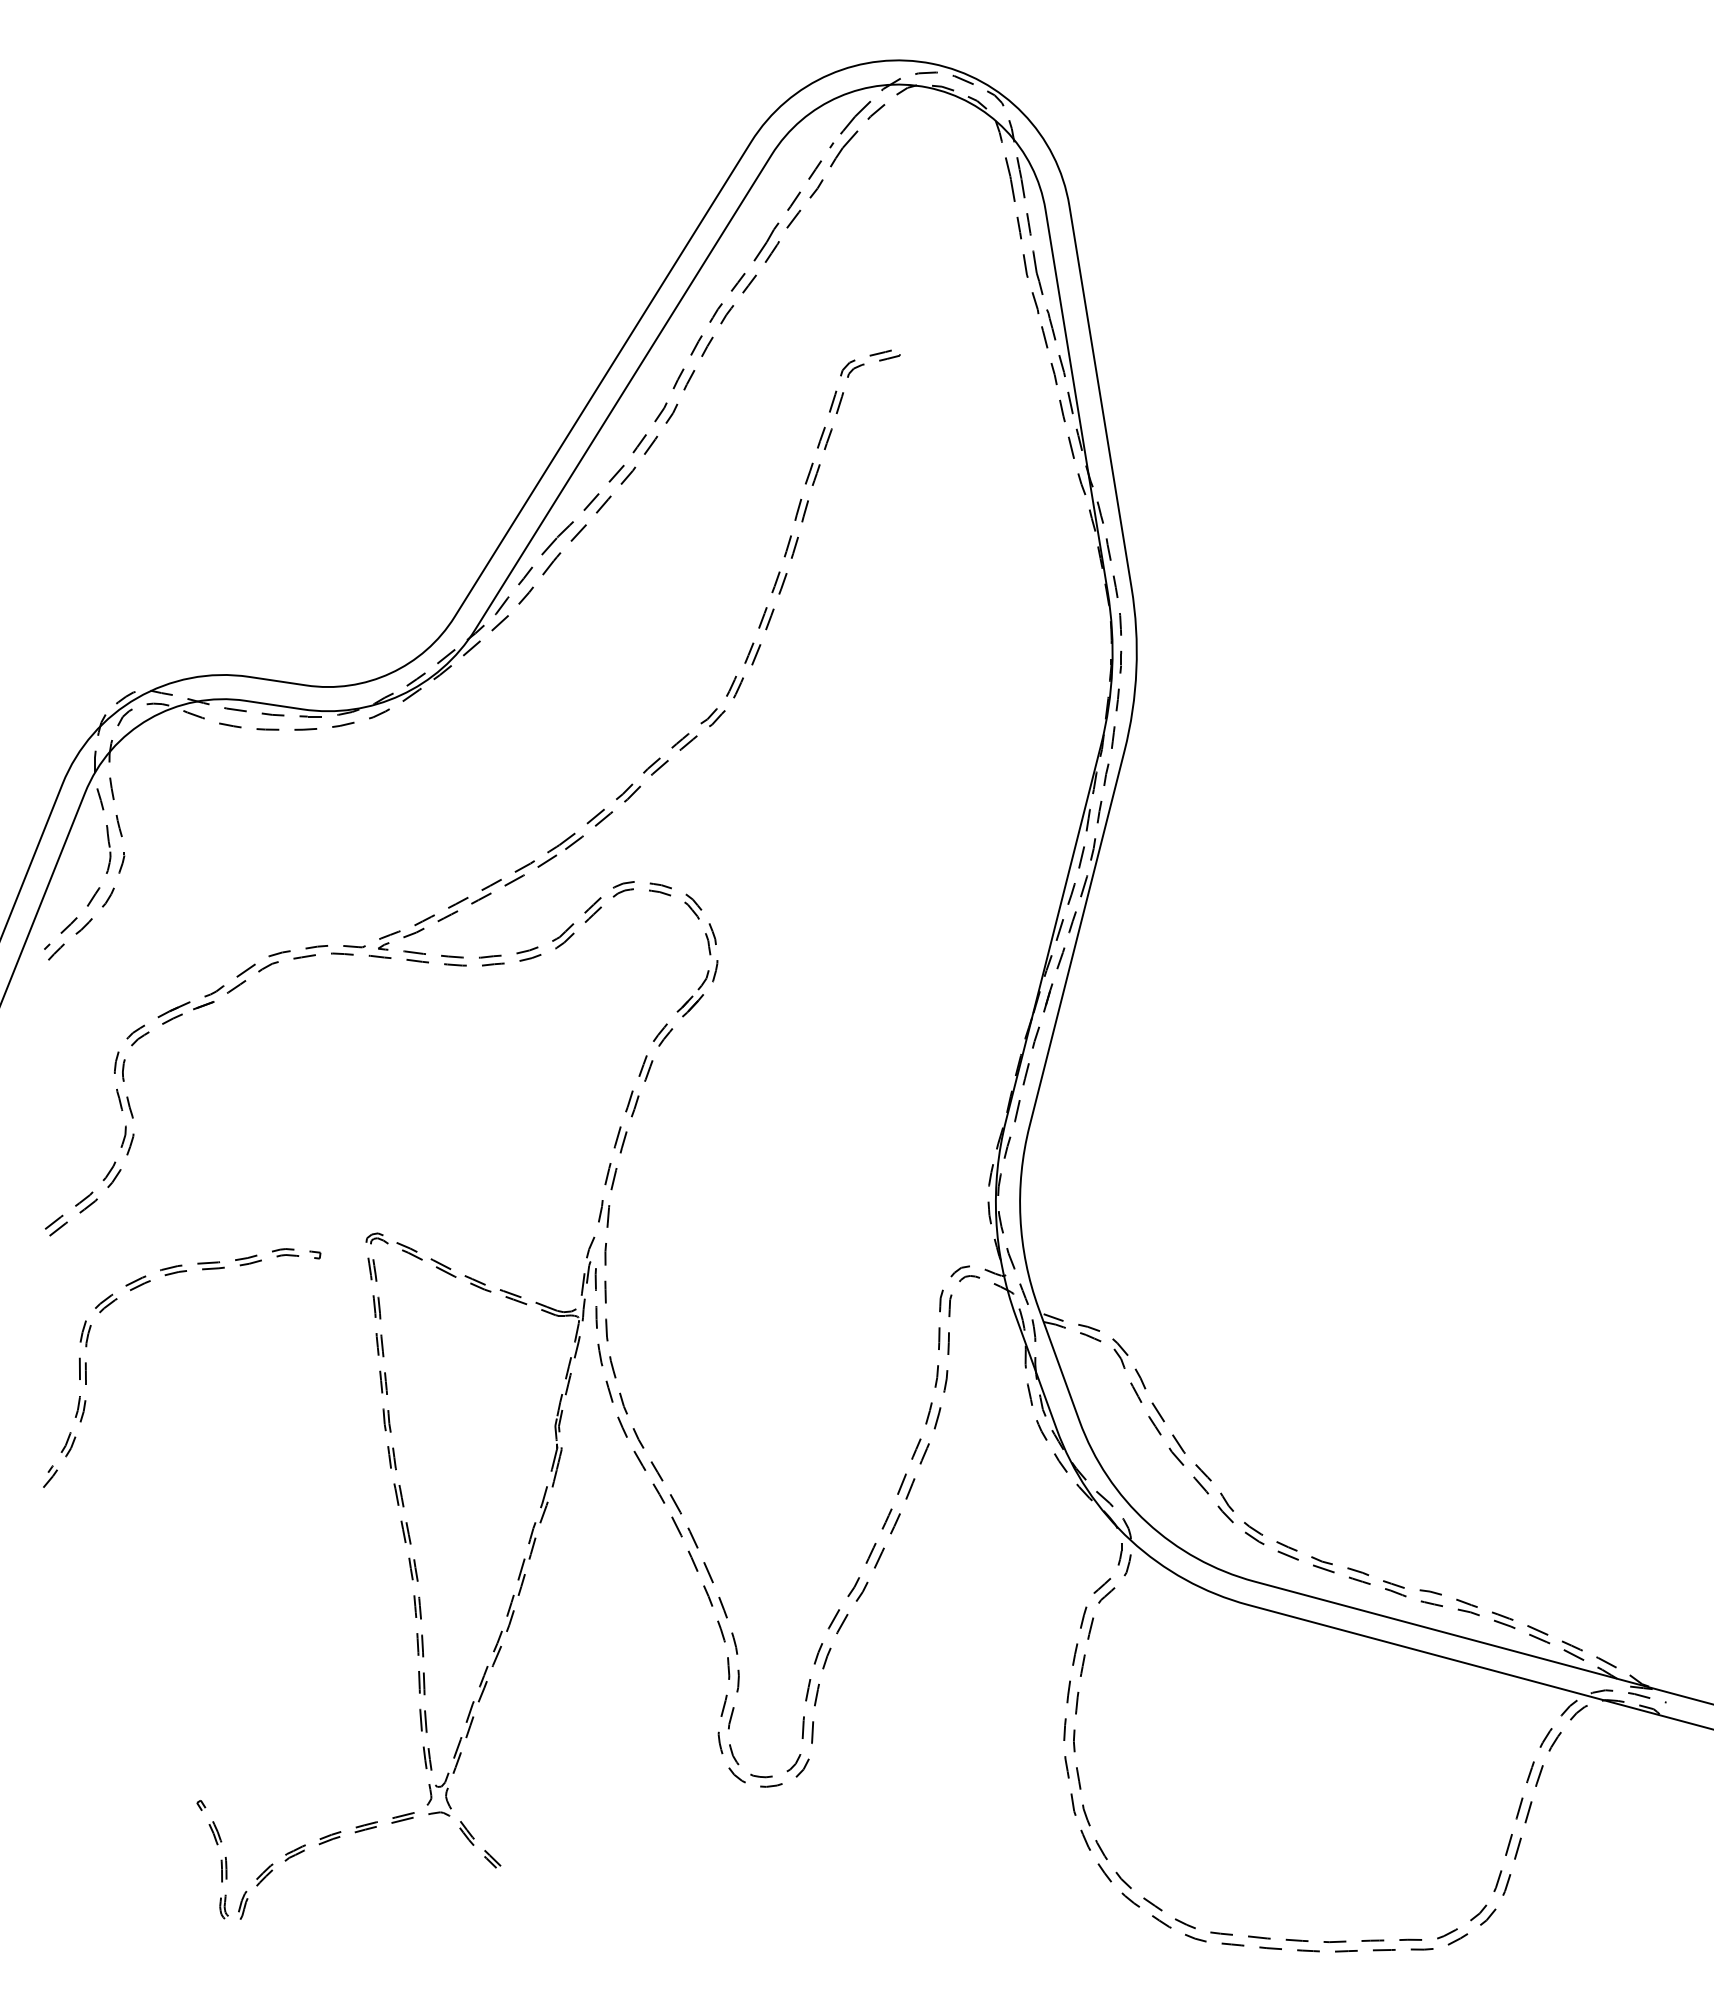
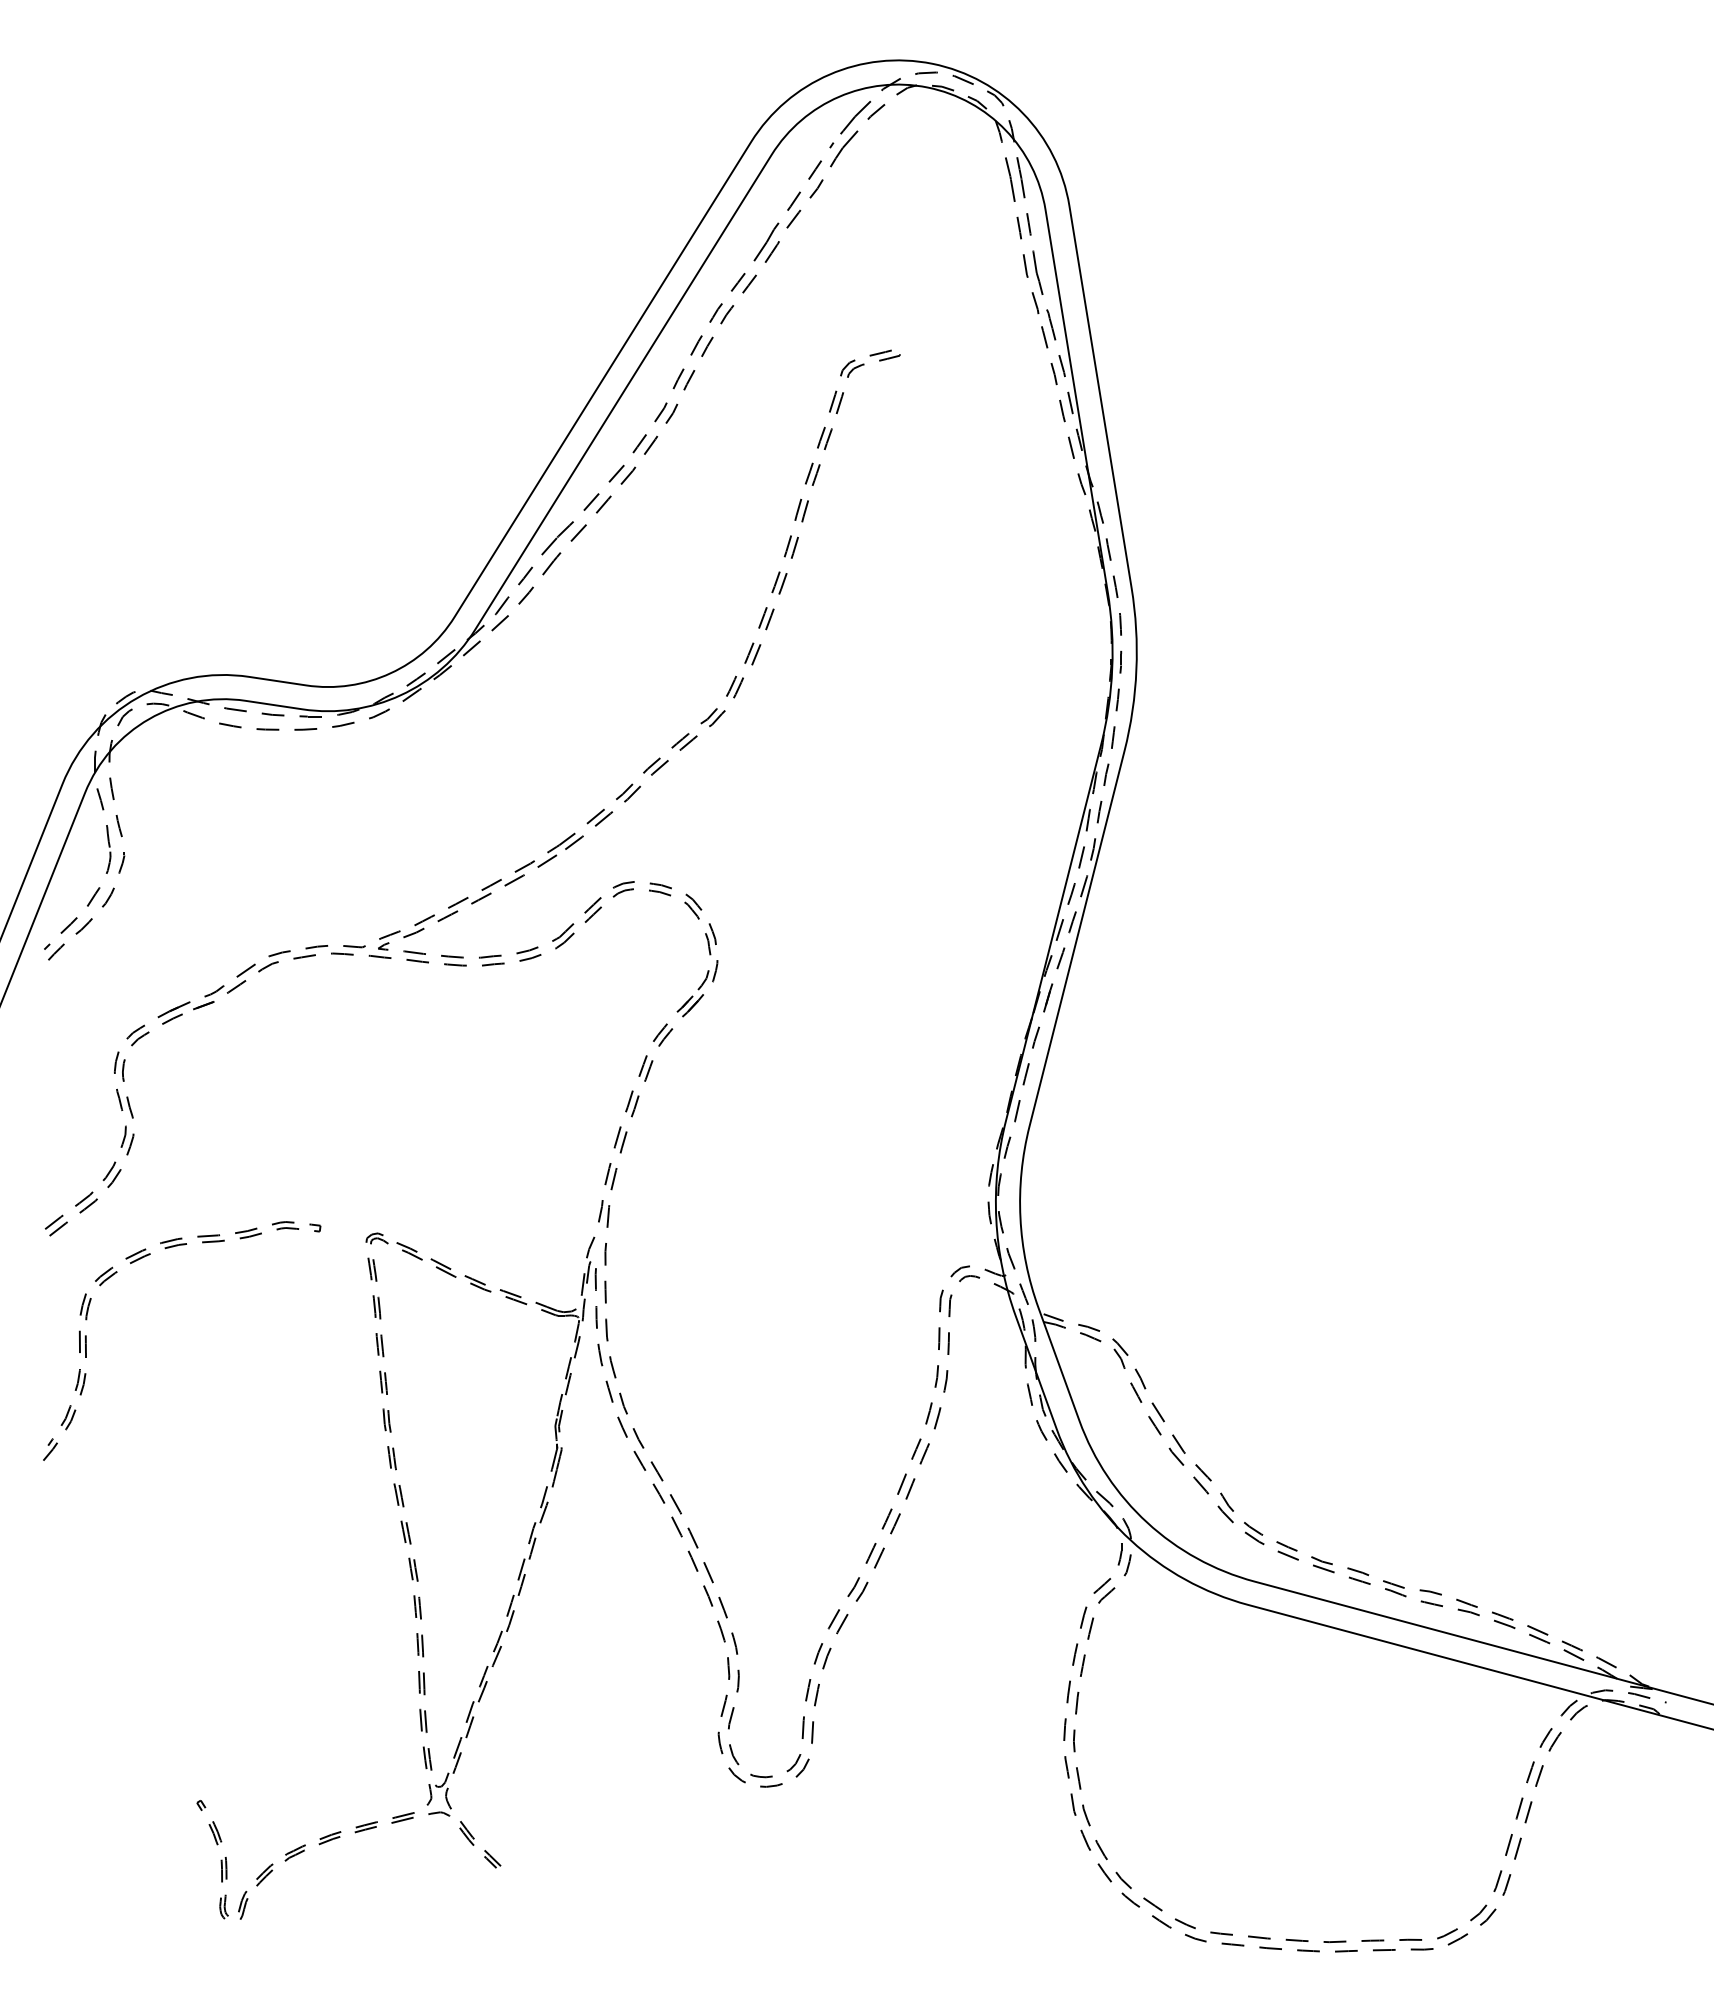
curve at (147, 1283) position: (147, 1283) -> (147, 1256)
